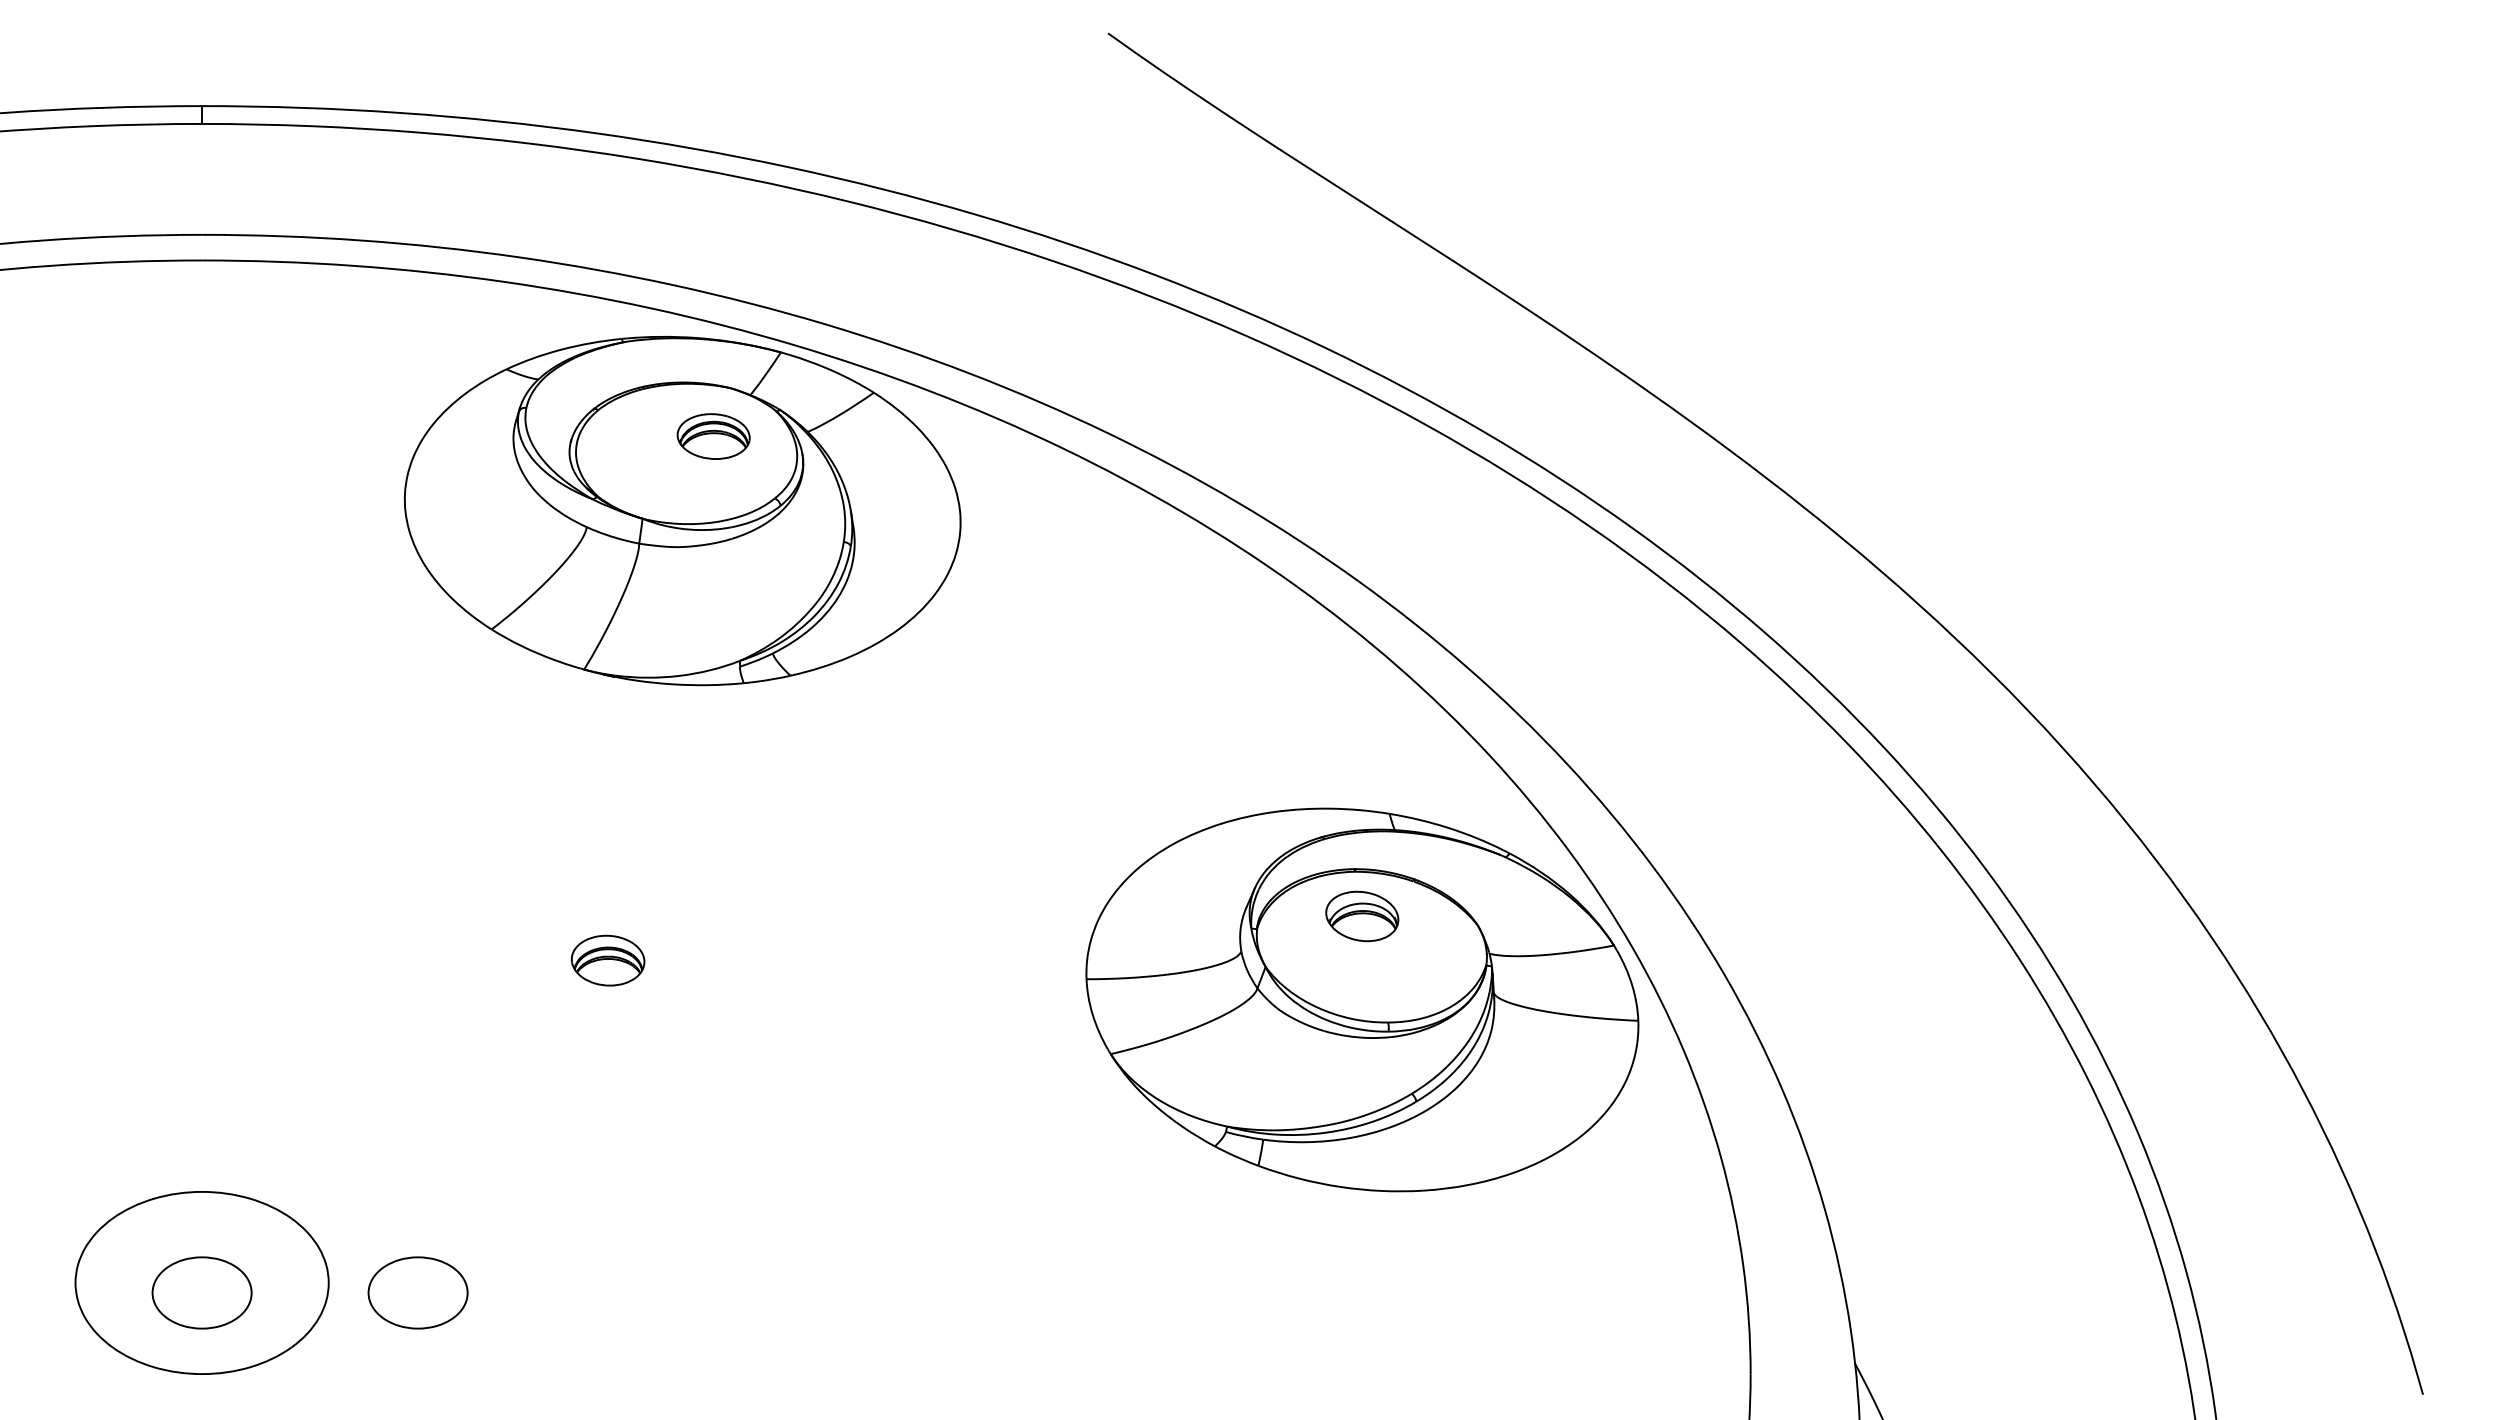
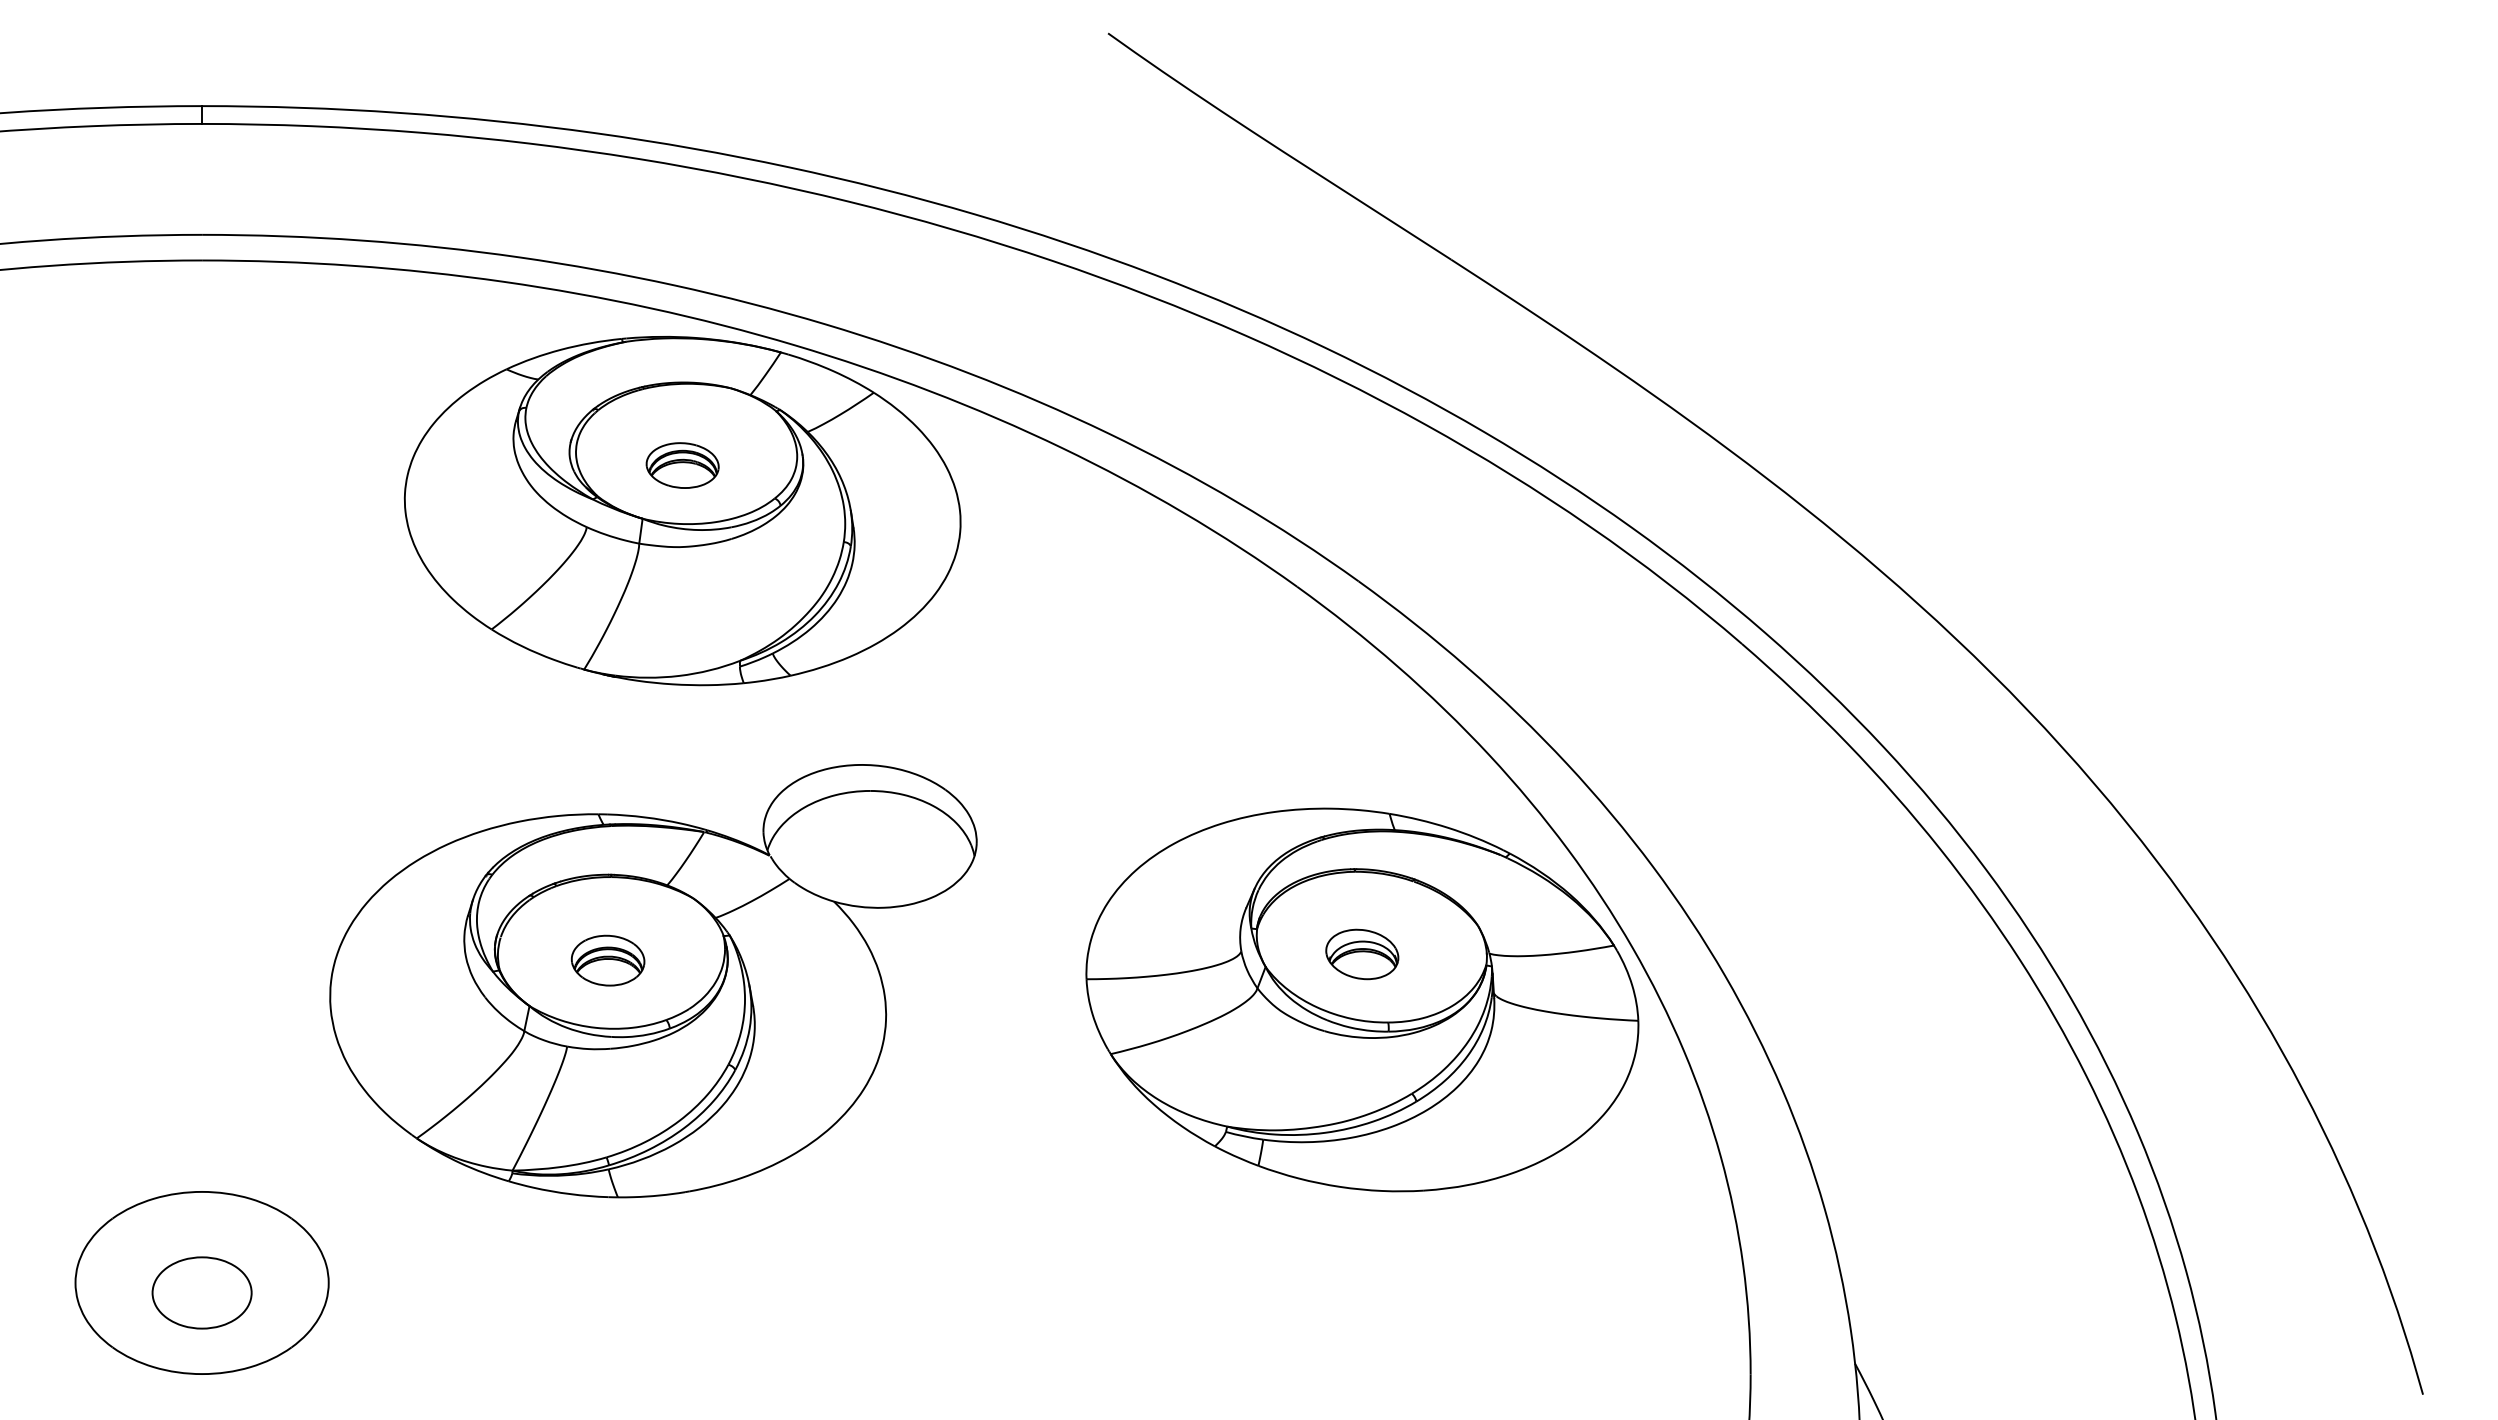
part at (713, 436) position: (713, 436) -> (682, 465)
part at (1362, 916) position: (1362, 916) -> (1362, 954)
part at (653, 981): none -> present
part at (417, 1292): present -> none
